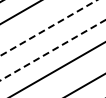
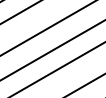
line at (49, 27): dashed -> solid
line at (52, 50): dashed -> solid
